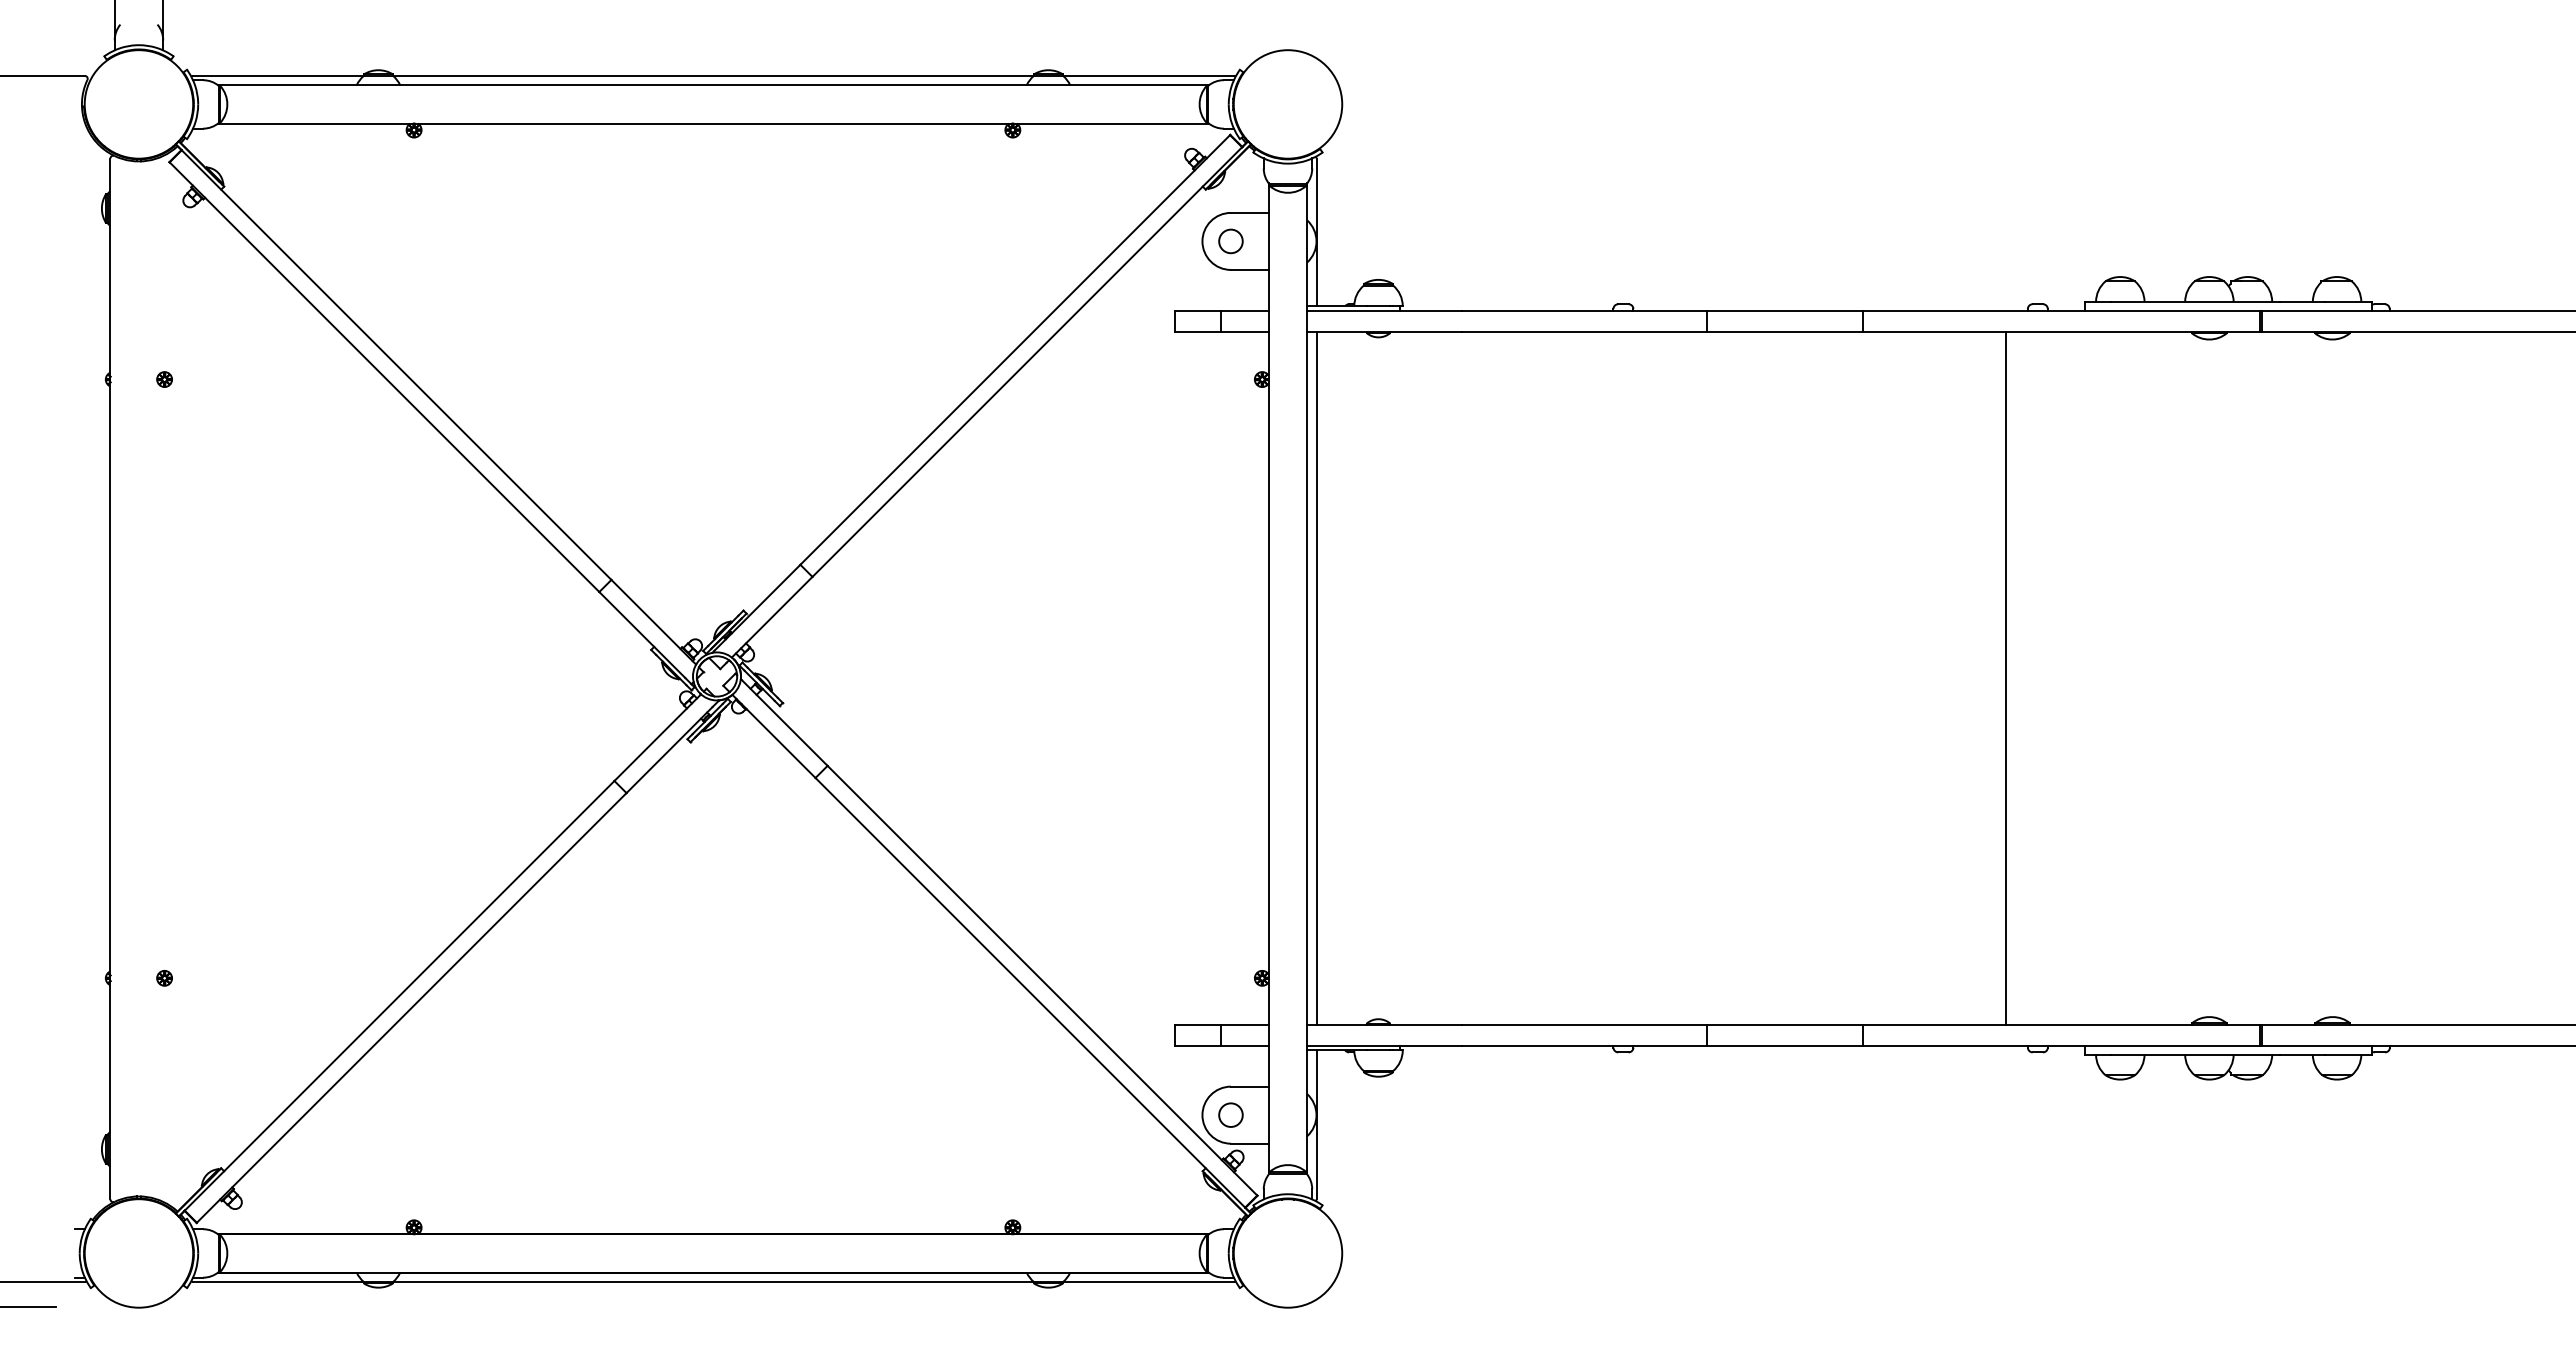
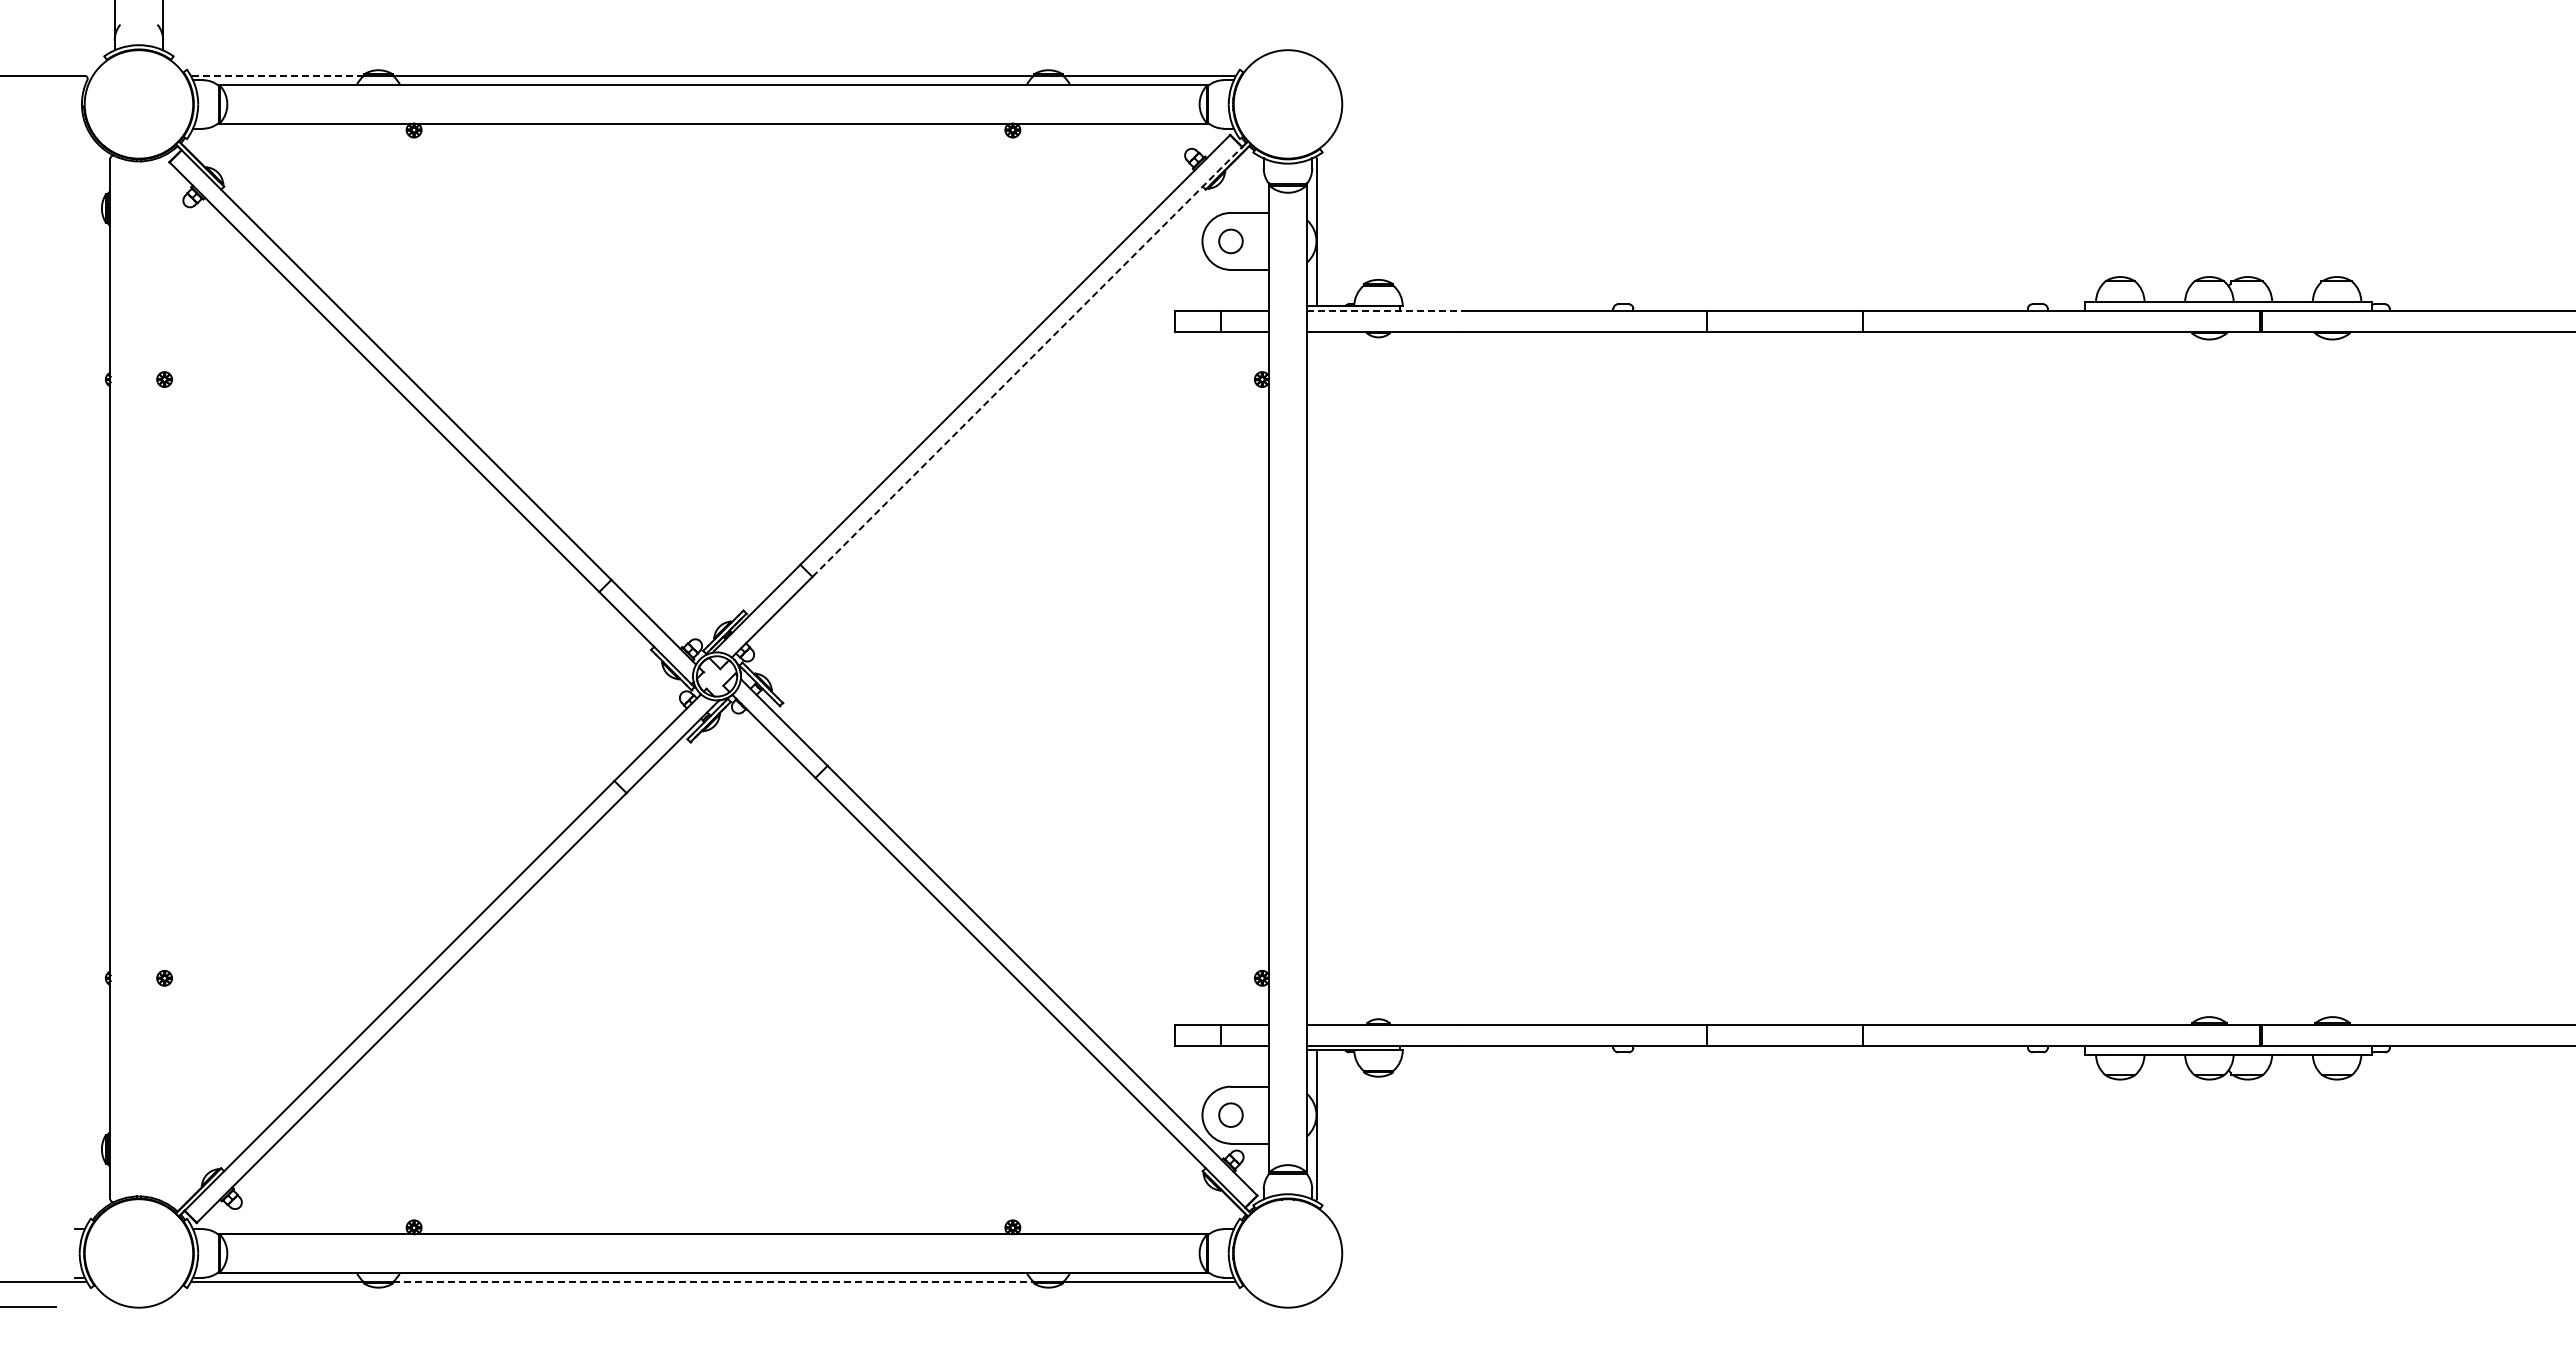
line at (277, 75): solid -> dashed
line at (1384, 310): solid -> dashed
line at (1027, 362): solid -> dashed
line at (1316, 677): present -> none
line at (2005, 677): present -> none
line at (713, 1281): solid -> dashed
